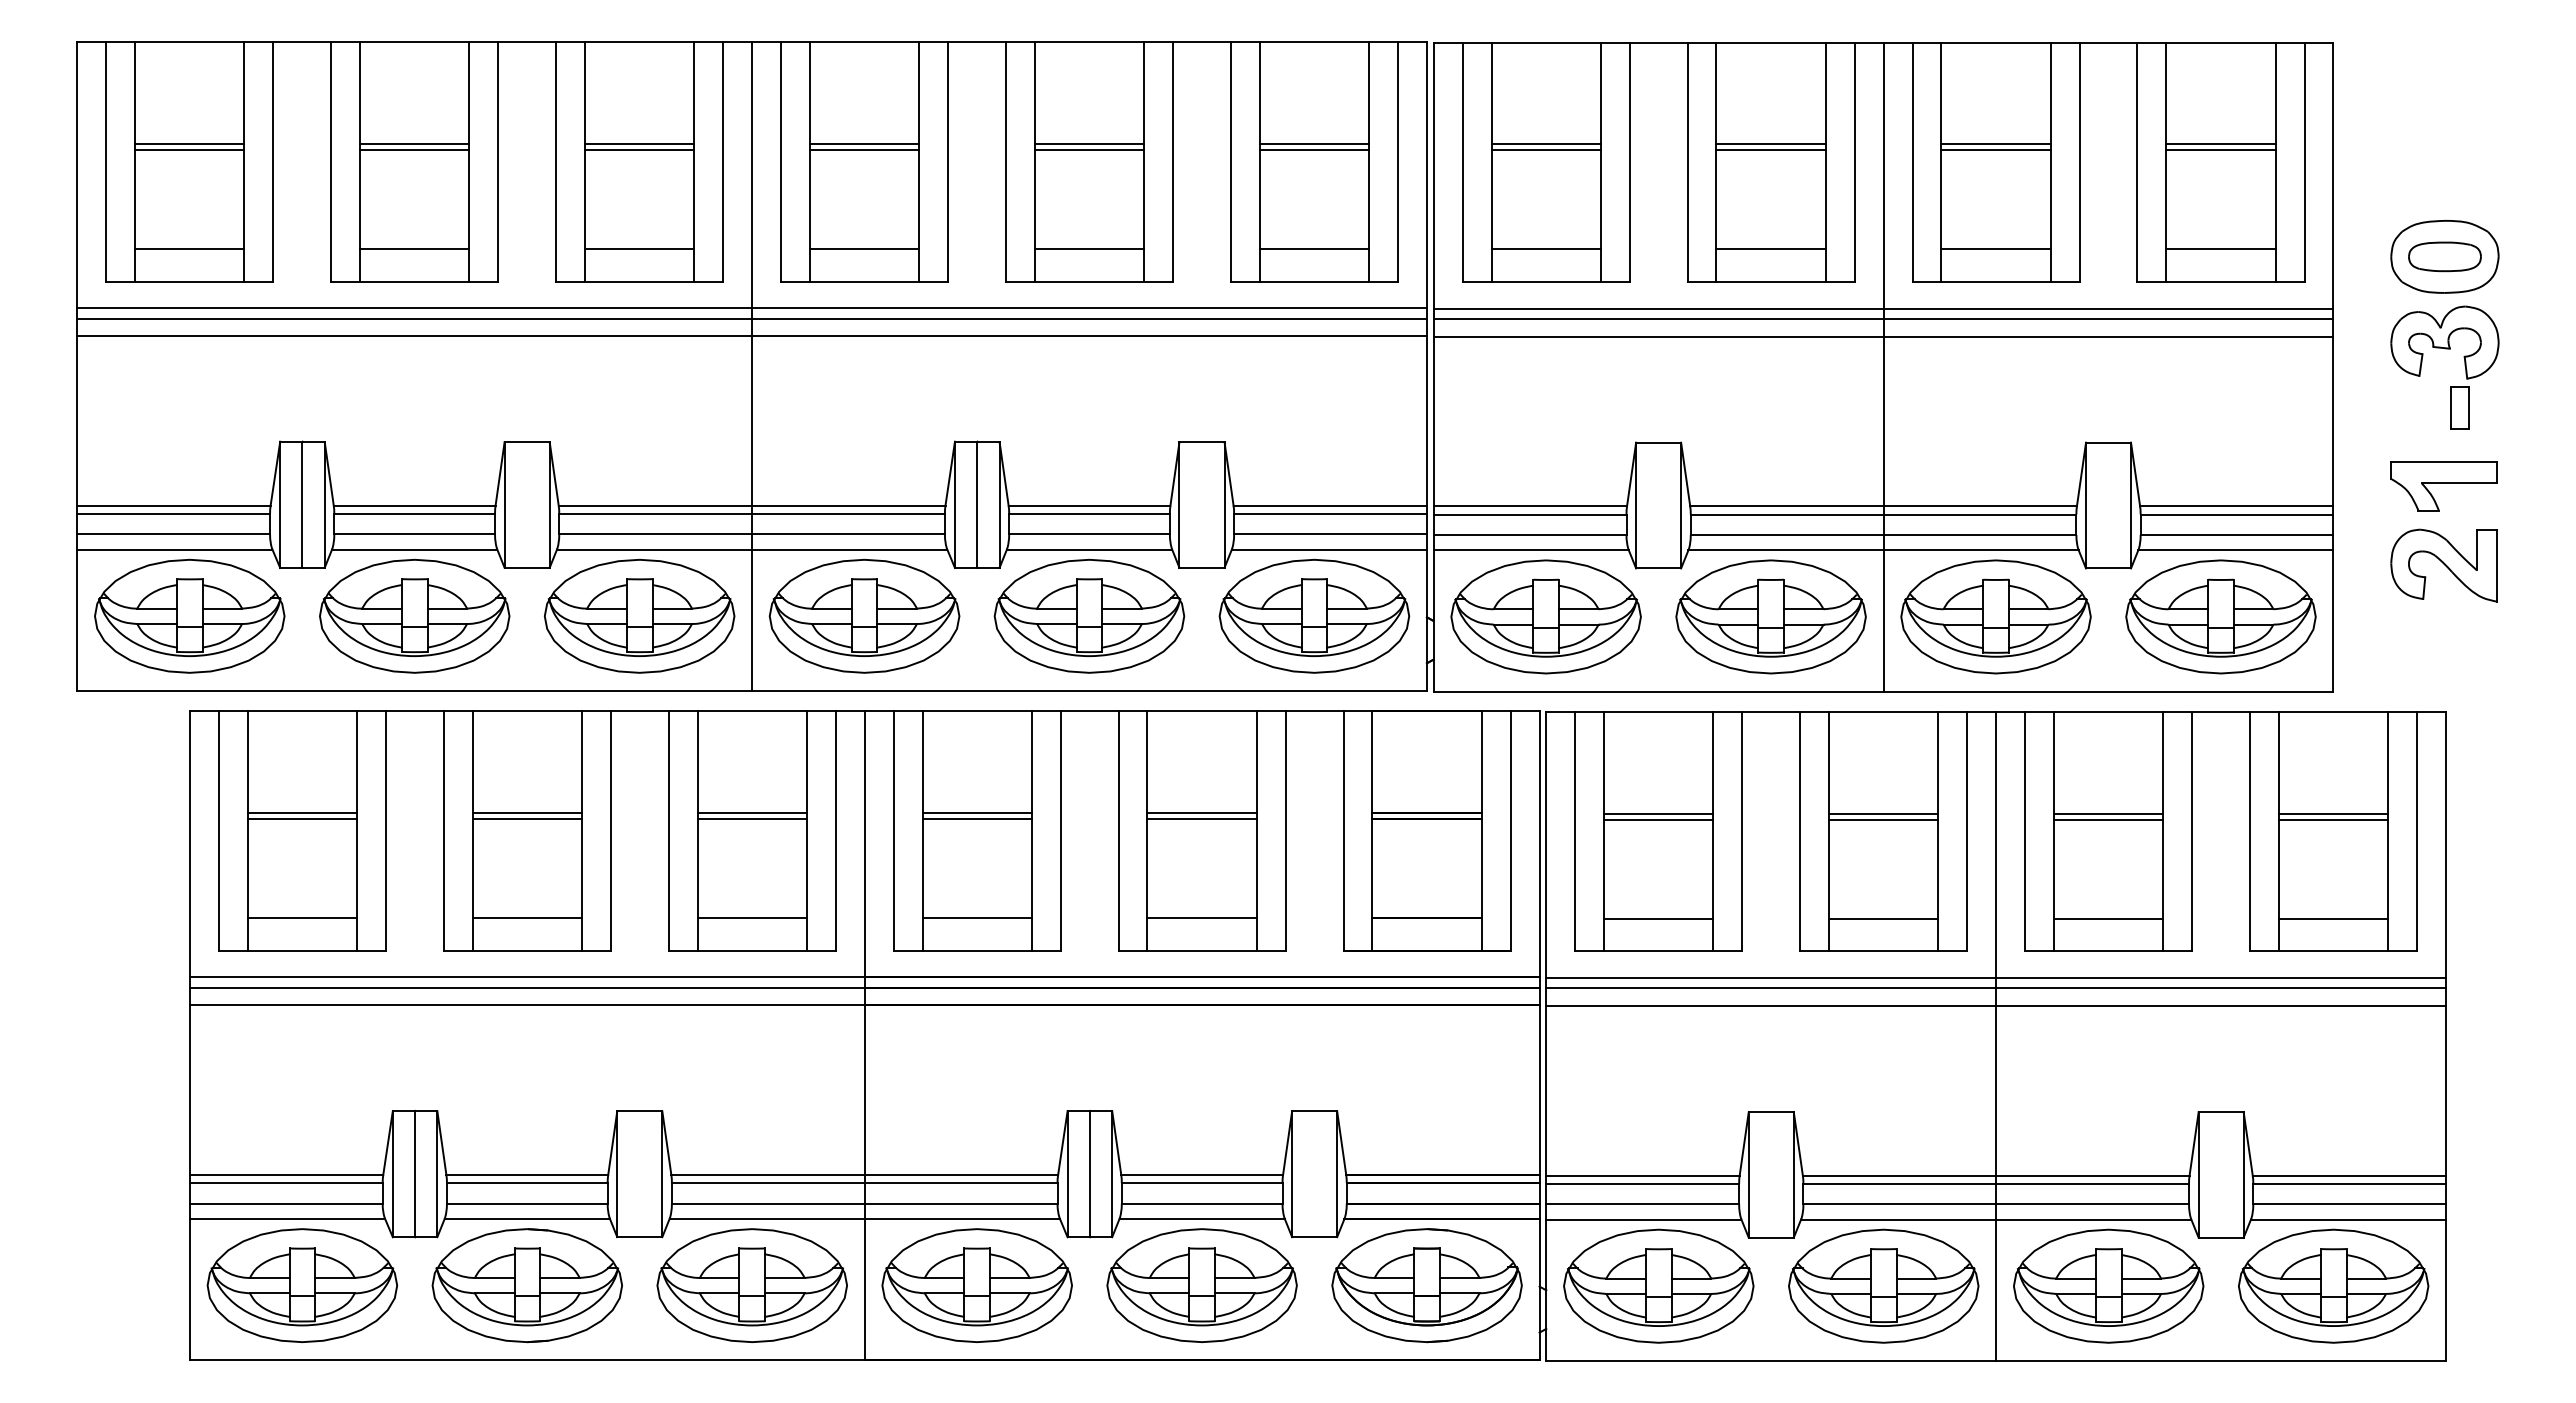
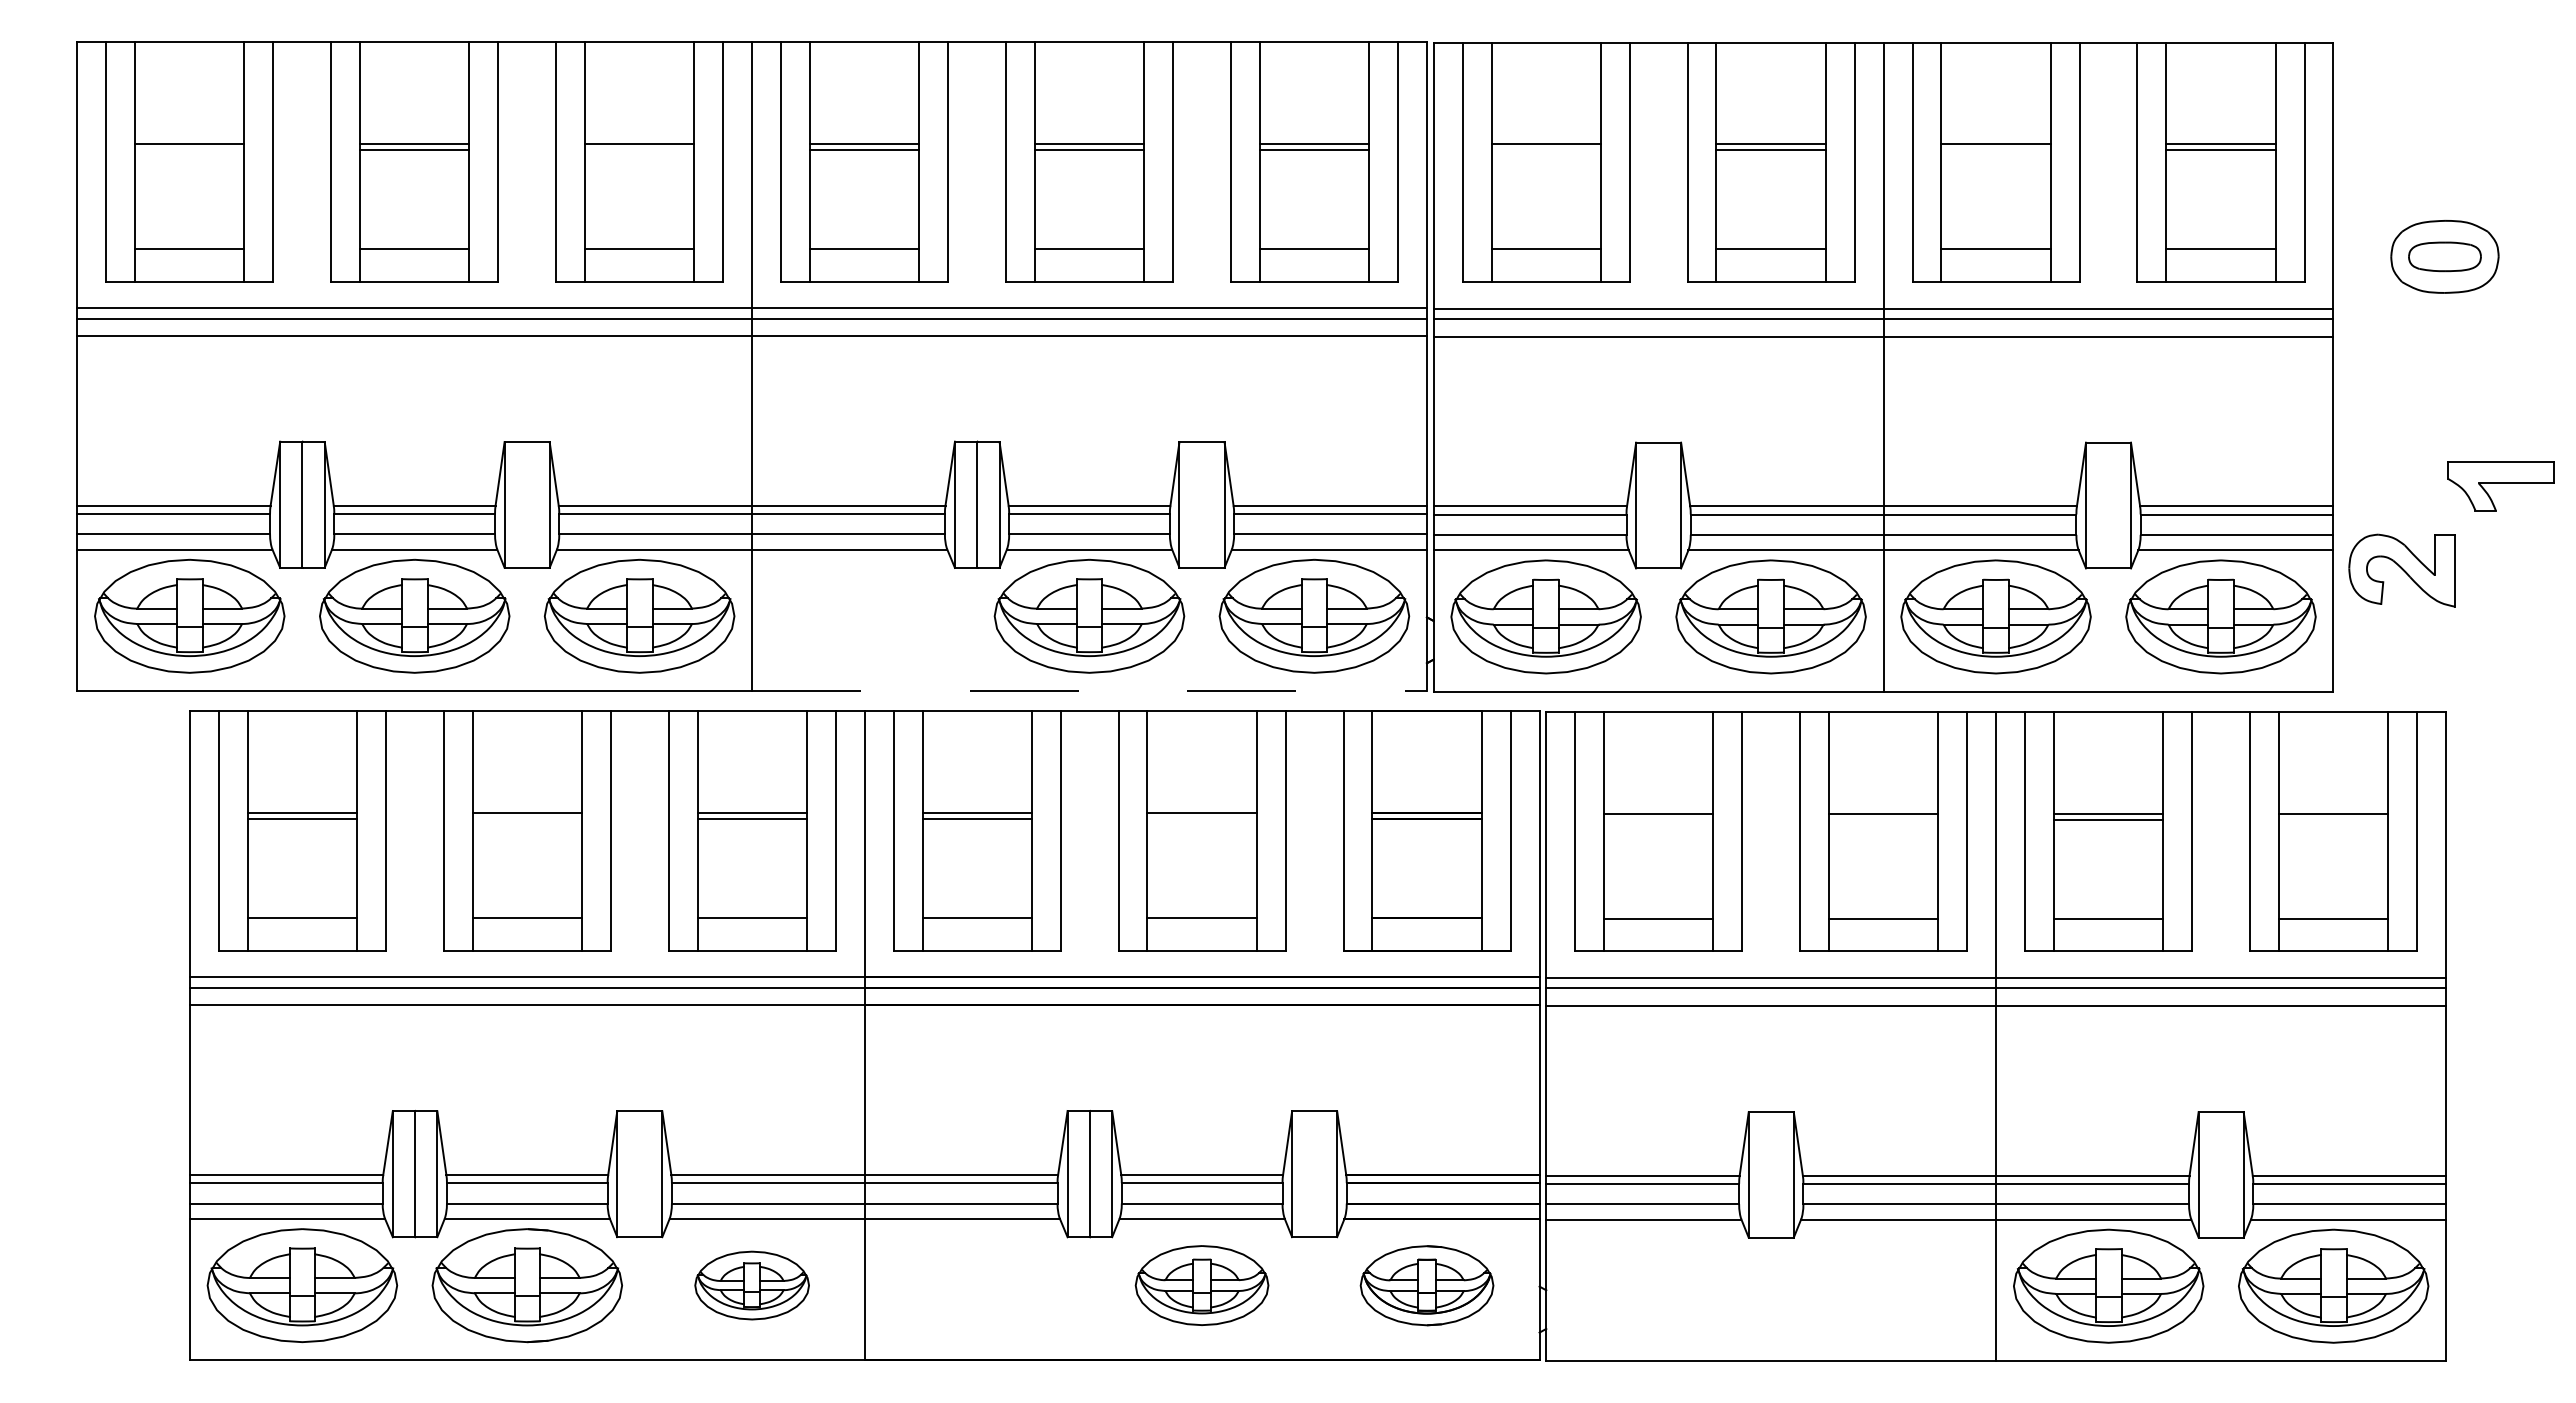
line at (189, 149): present -> none
line at (639, 149): present -> none
line at (1545, 150): present -> none
line at (1995, 150): present -> none
part at (2445, 349): present -> none
part at (2443, 486) position: (2443, 486) -> (2500, 486)
part at (2443, 565) position: (2443, 565) -> (2401, 570)
part at (864, 615): present -> none
line at (1090, 691): solid -> dashed
line at (527, 818): present -> none
line at (1201, 818): present -> none
line at (1658, 819): present -> none
line at (1883, 819): present -> none
line at (2333, 819): present -> none
part at (751, 1285) size: 192x115 px -> 116x71 px
part at (976, 1285): present -> none
part at (1201, 1285) size: 192x115 px -> 136x81 px
part at (1426, 1285) size: 192x116 px -> 136x82 px
part at (1658, 1285): present -> none
part at (1883, 1285): present -> none
